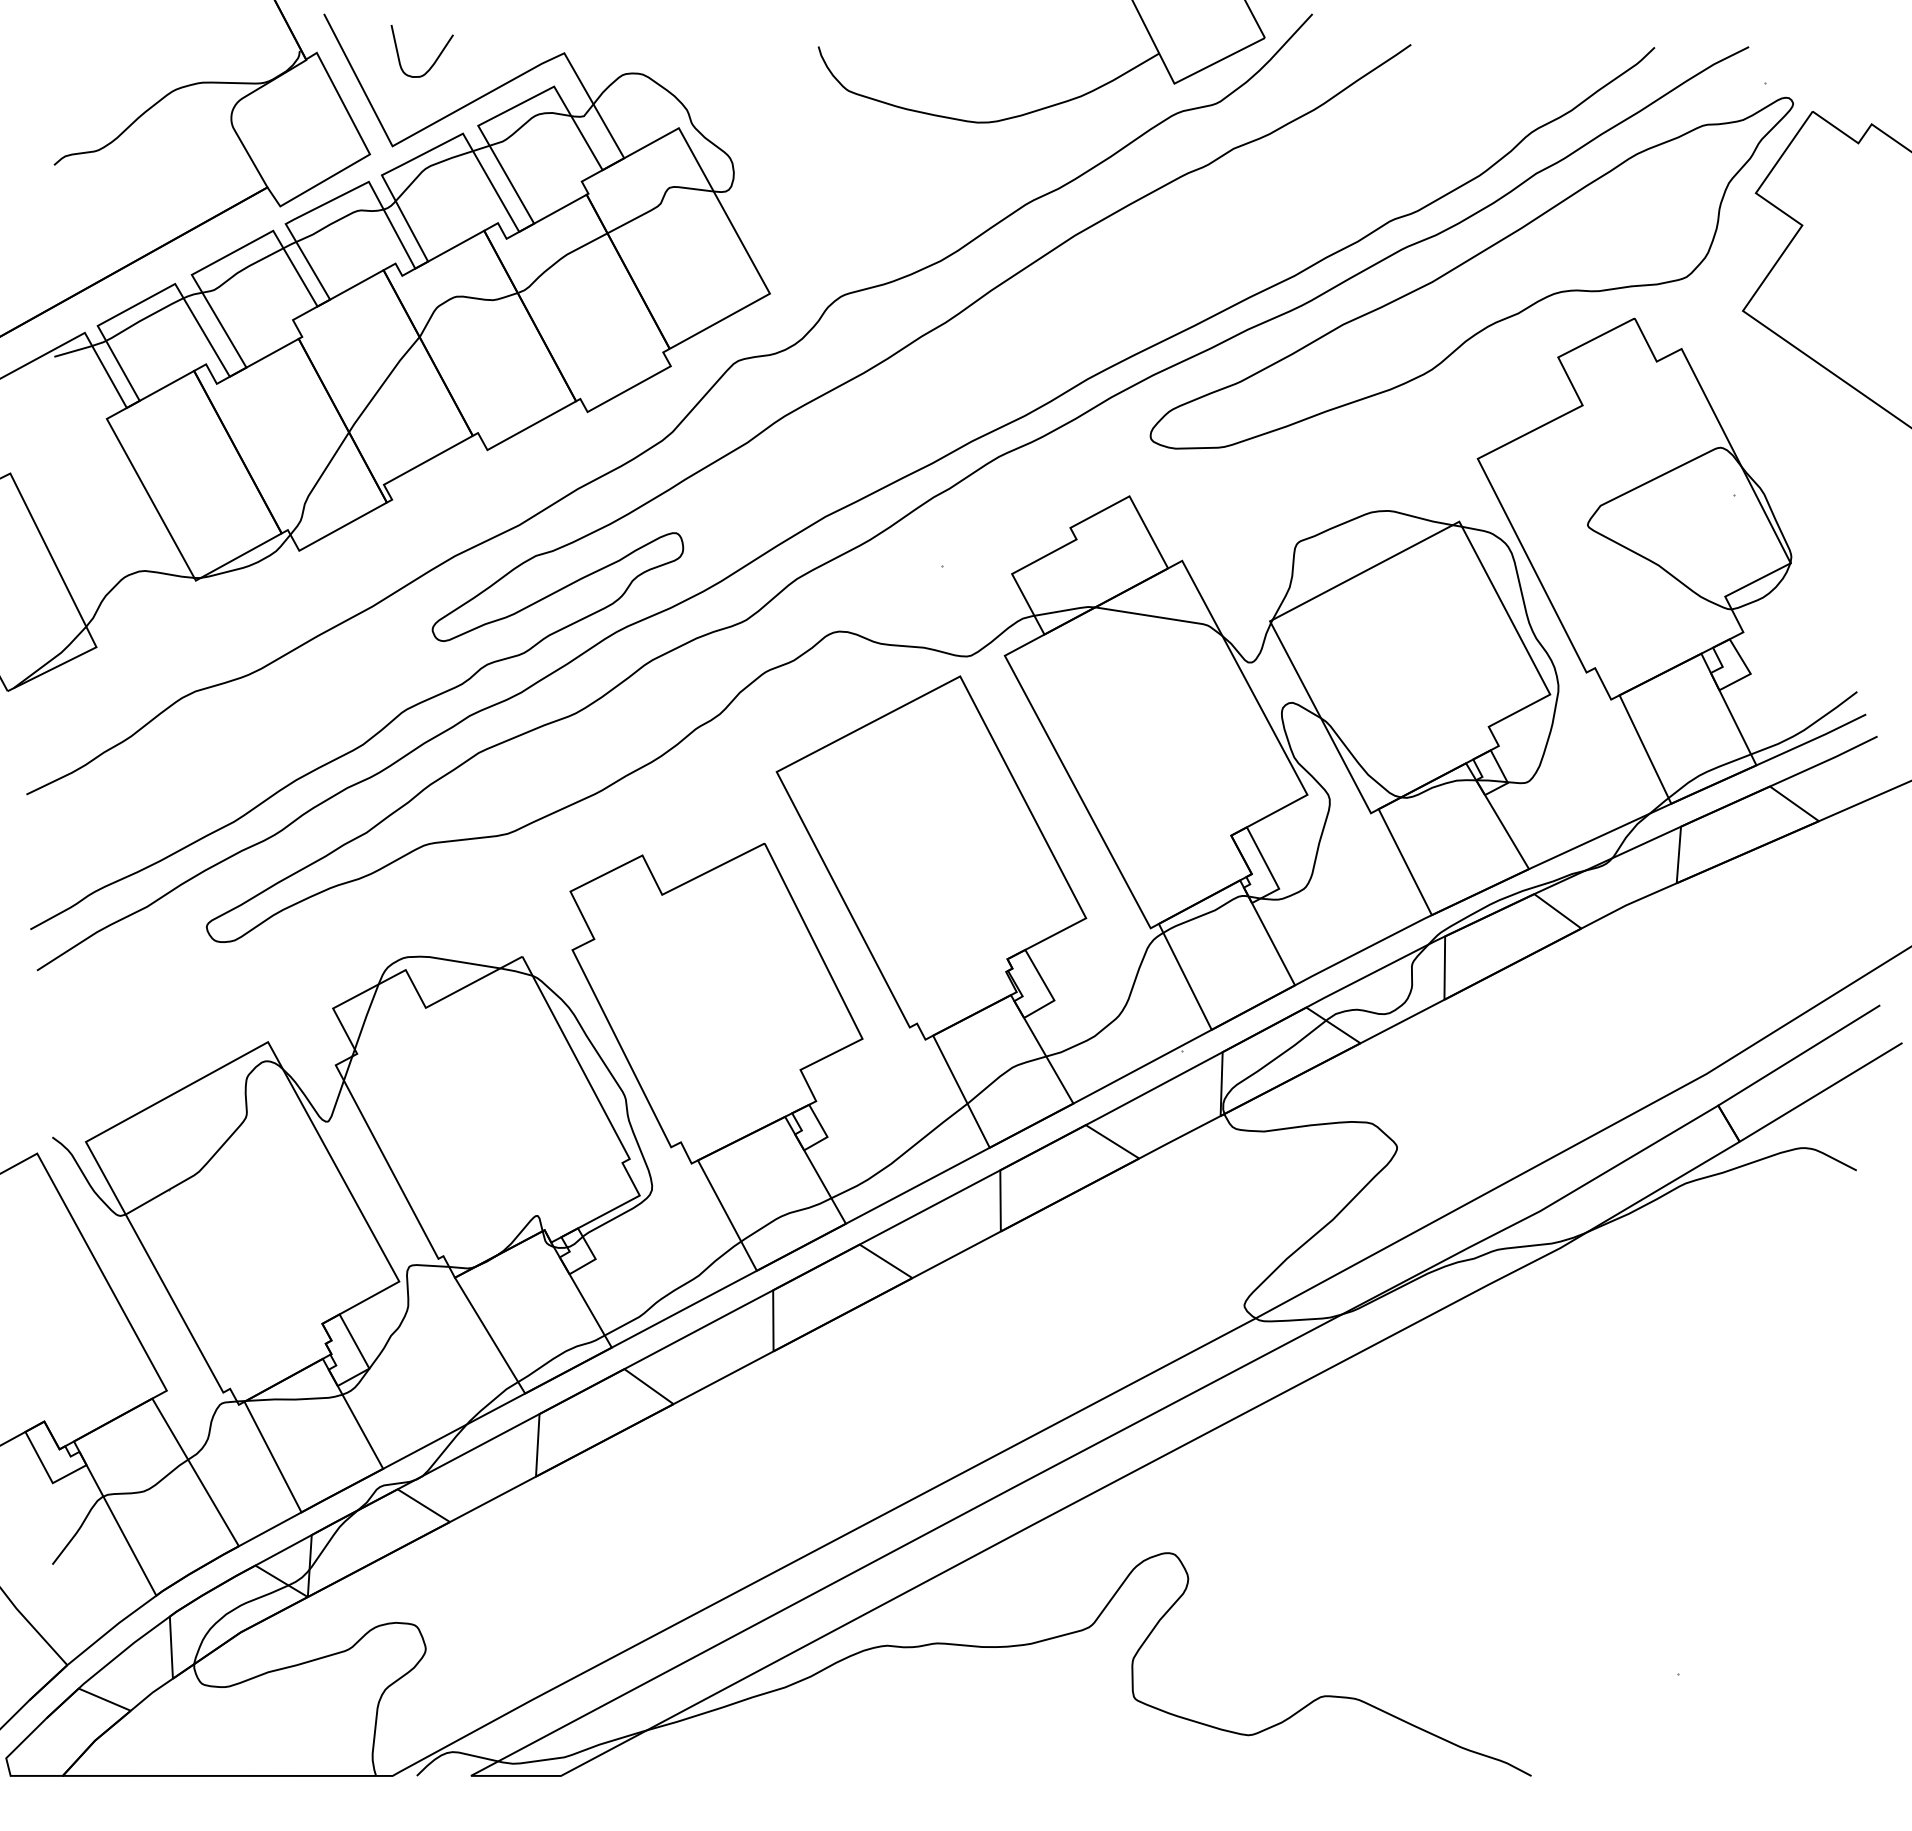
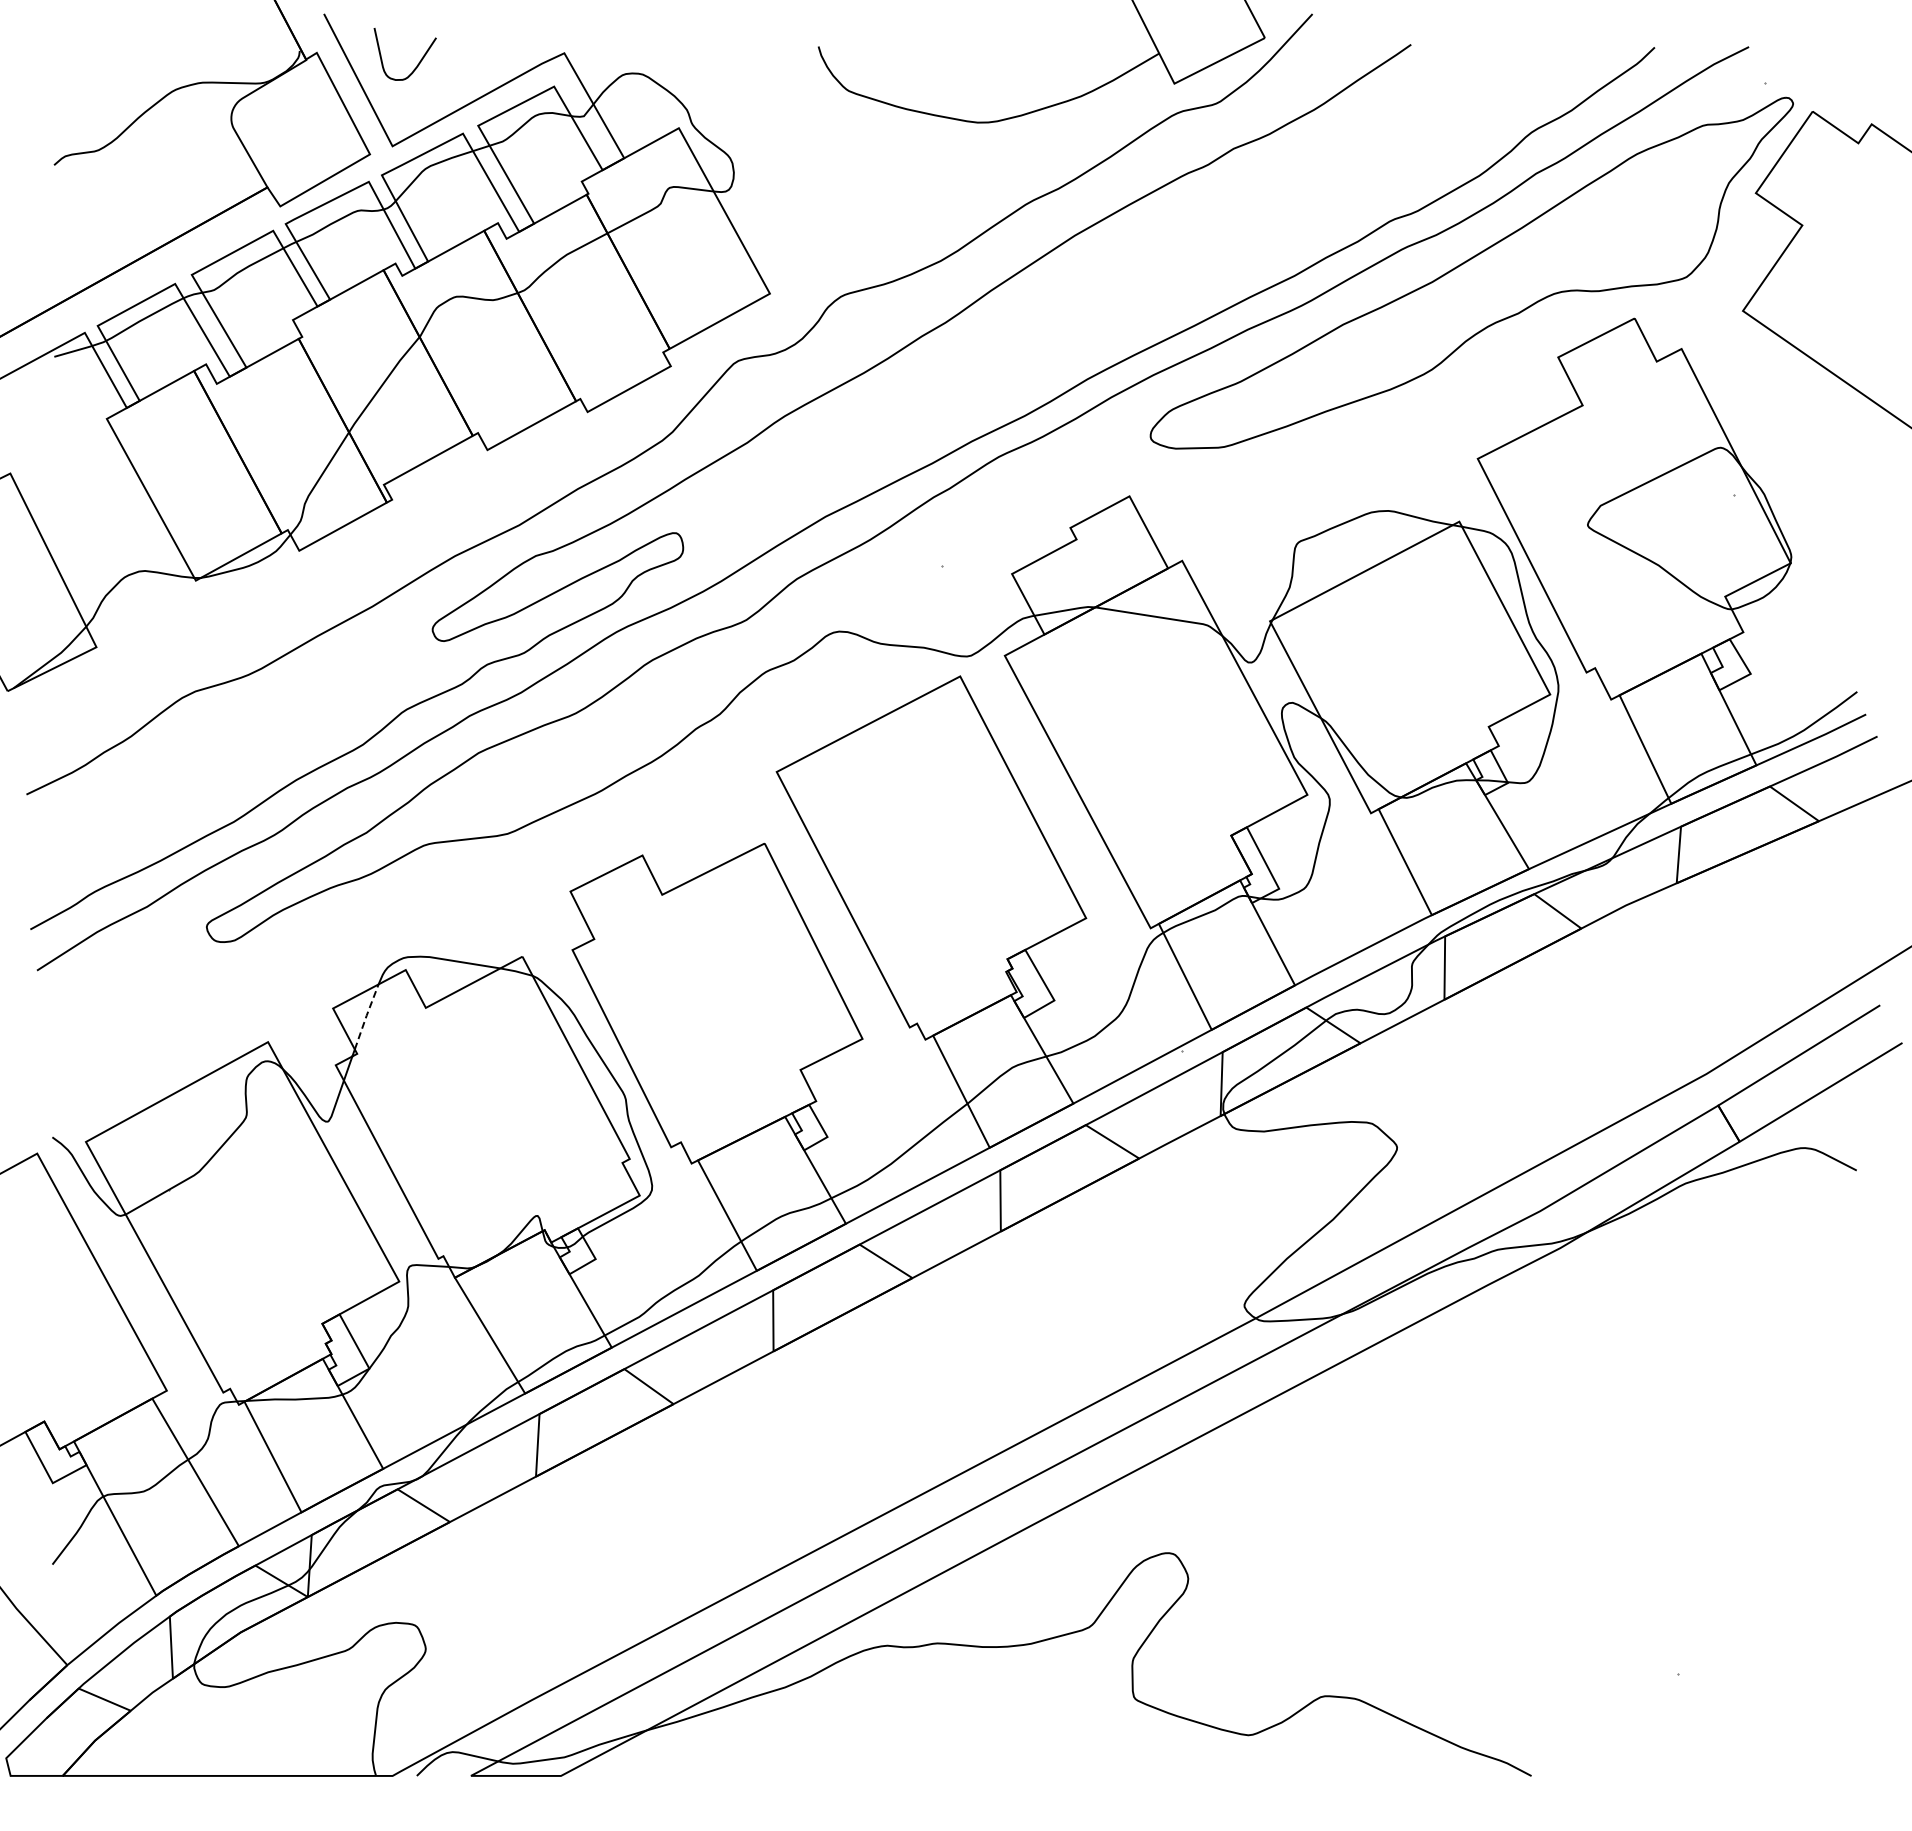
curve at (435, 59) position: (435, 59) -> (418, 62)
line at (366, 1015): solid -> dashed
